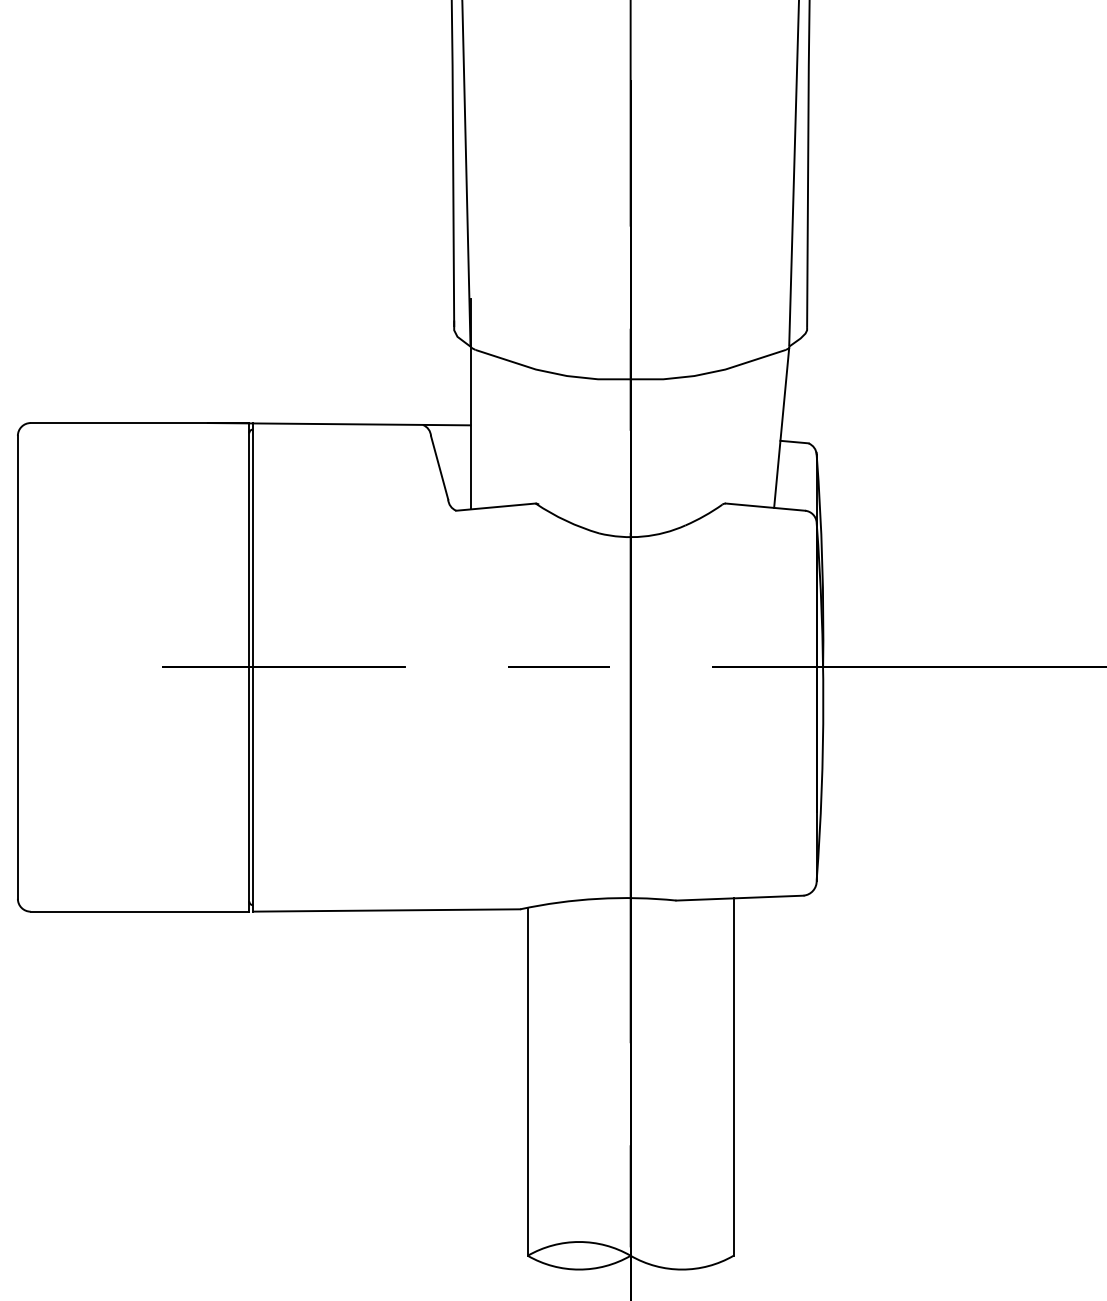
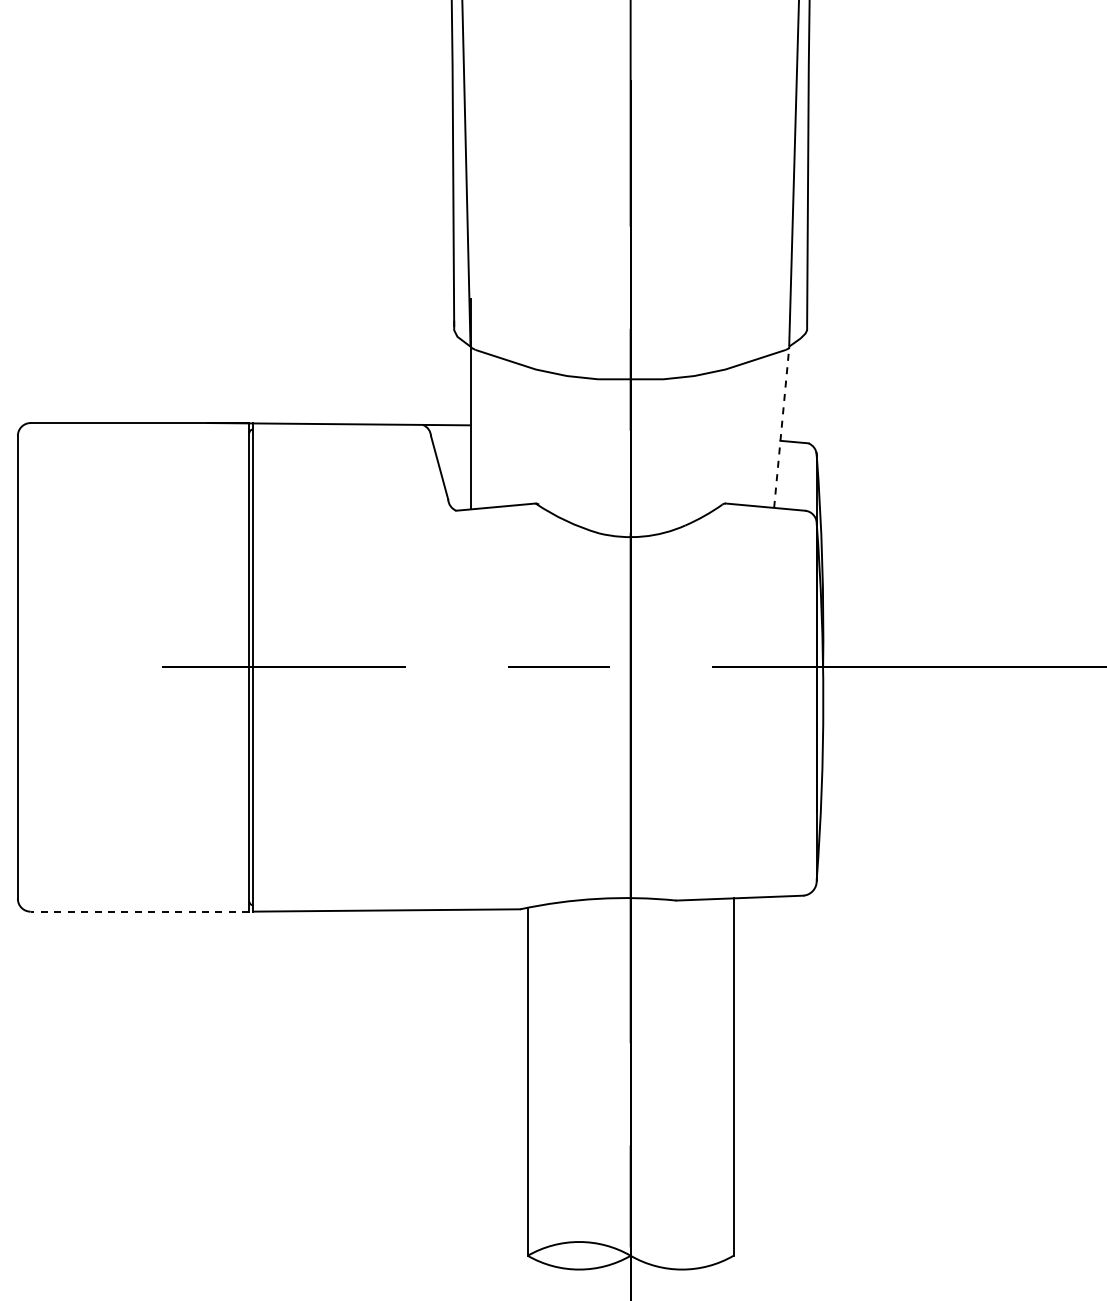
line at (781, 427): solid -> dashed
line at (139, 911): solid -> dashed
